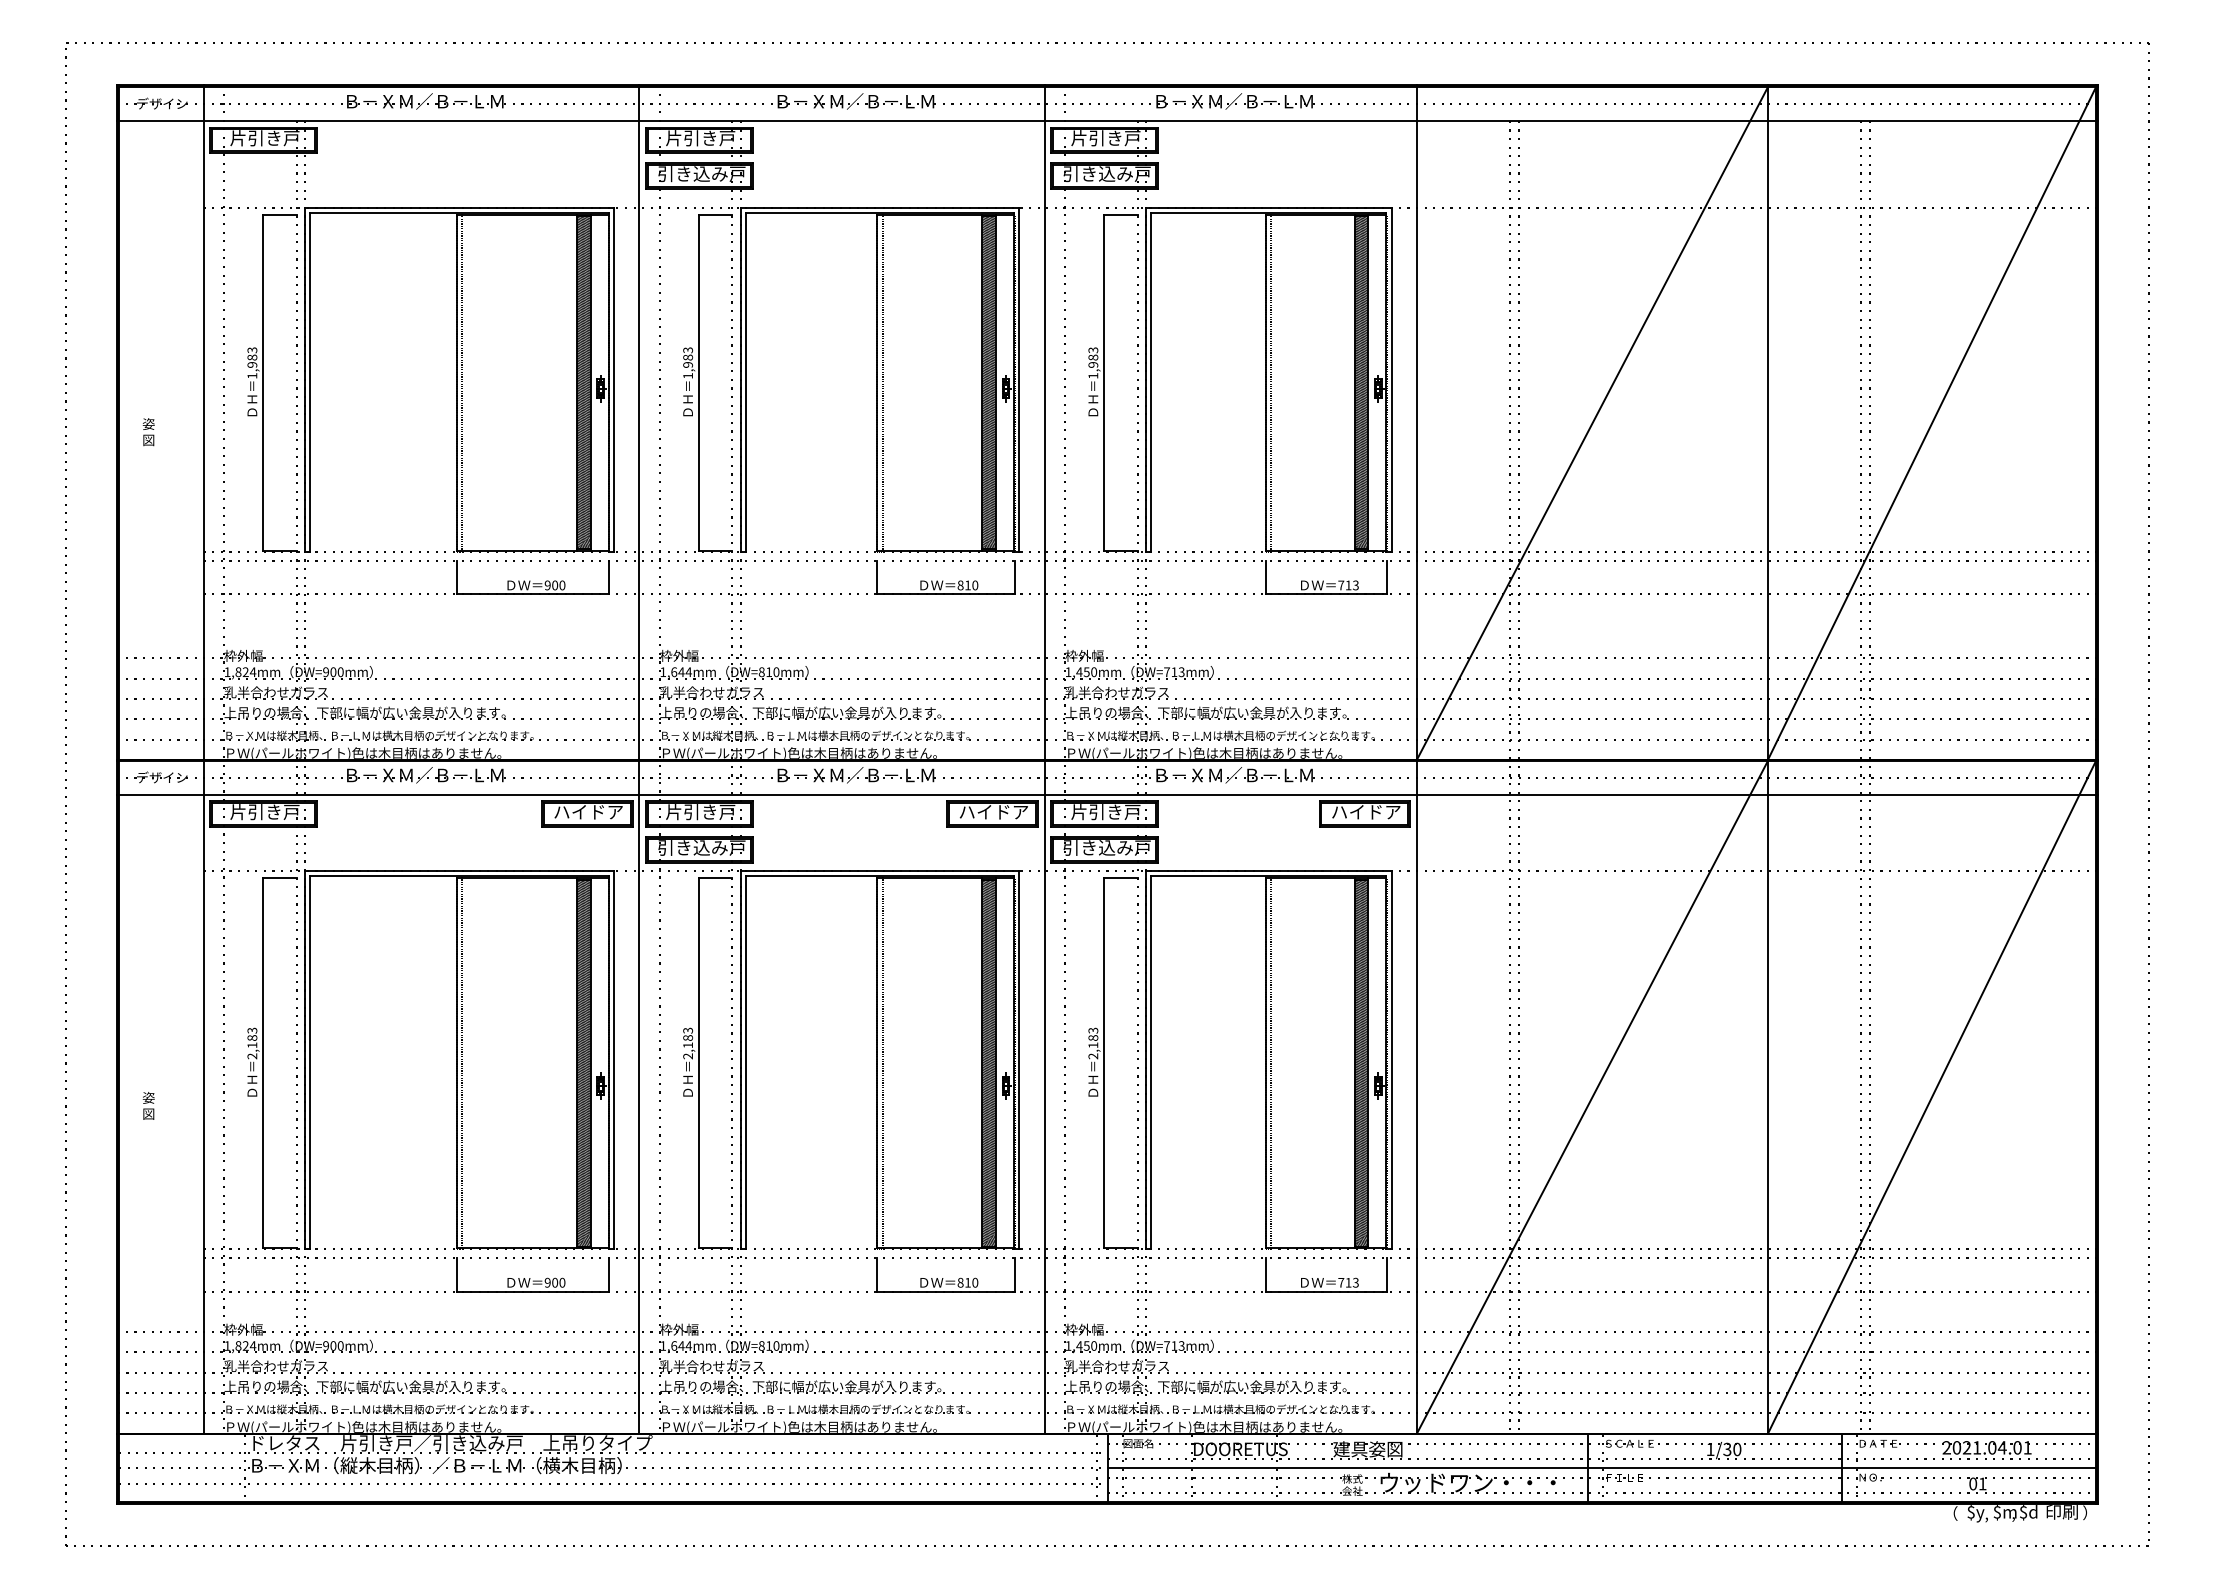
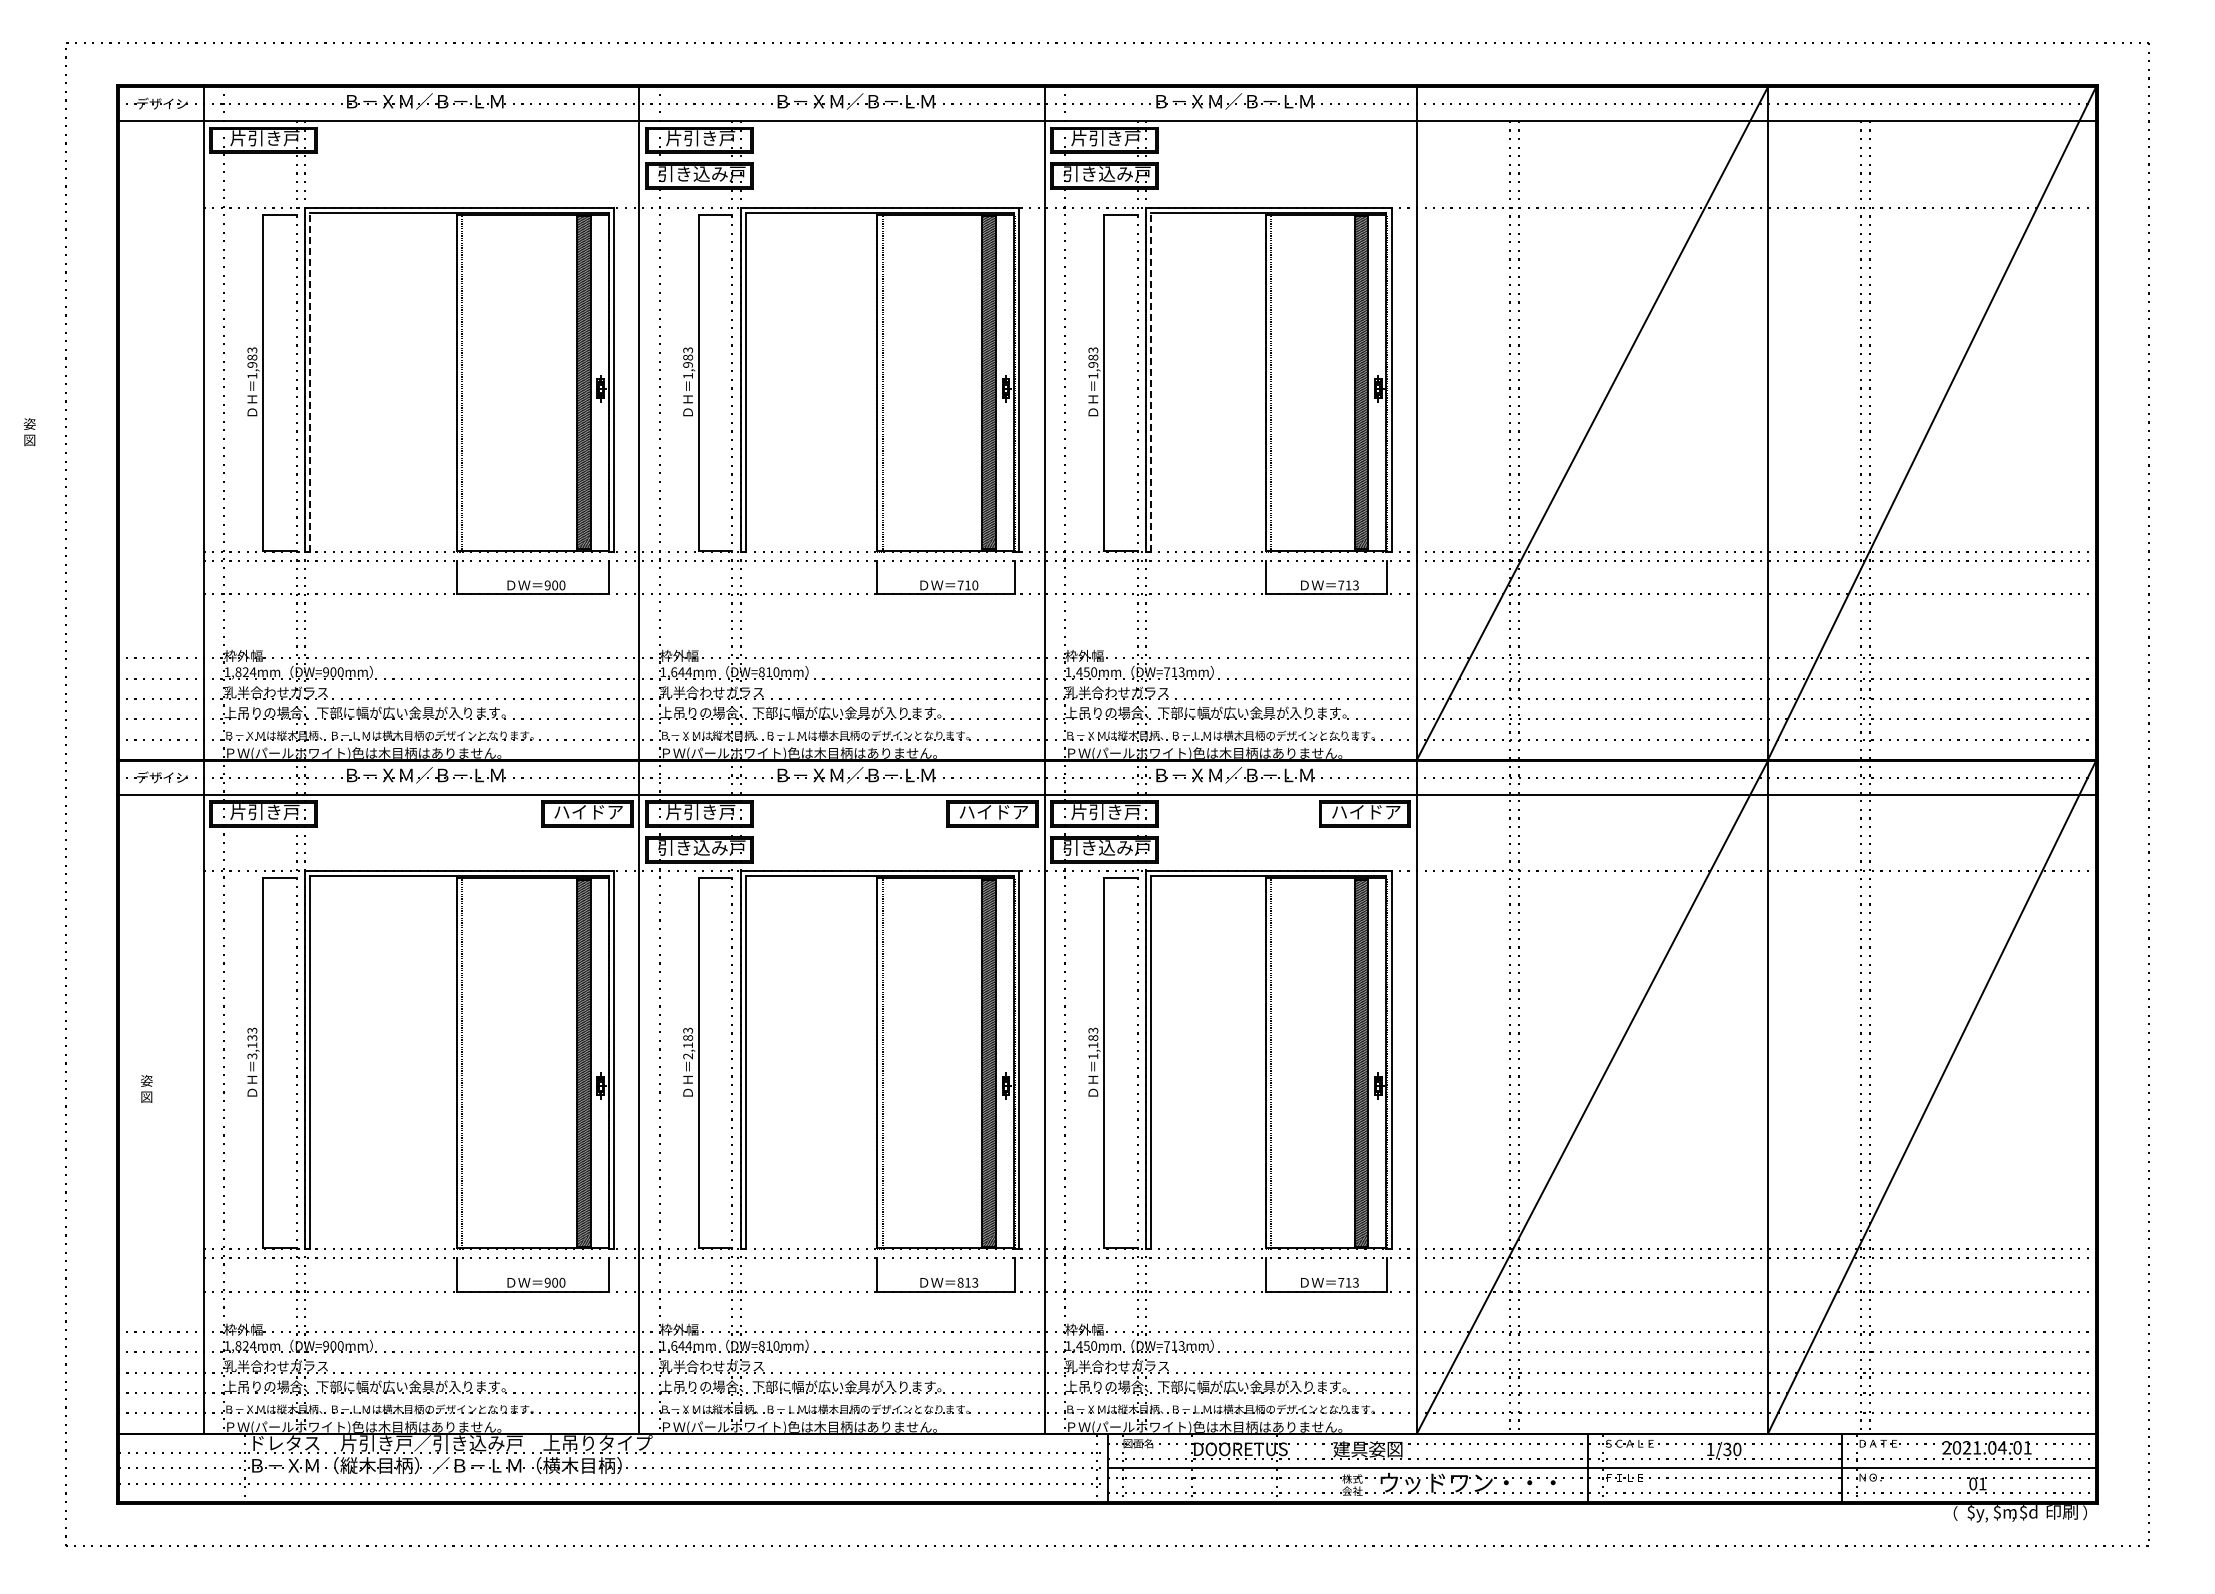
line at (310, 382): solid -> dashed
line at (1151, 382): solid -> dashed
text at (148, 432) position: (148, 432) -> (29, 432)
text at (960, 585): 810 -> 710
text at (252, 1047): 2,183 -> 3,133
text at (1092, 1056): 2,183 -> 1,183
text at (148, 1105) position: (148, 1105) -> (146, 1088)
text at (975, 1282): 810 -> 813
